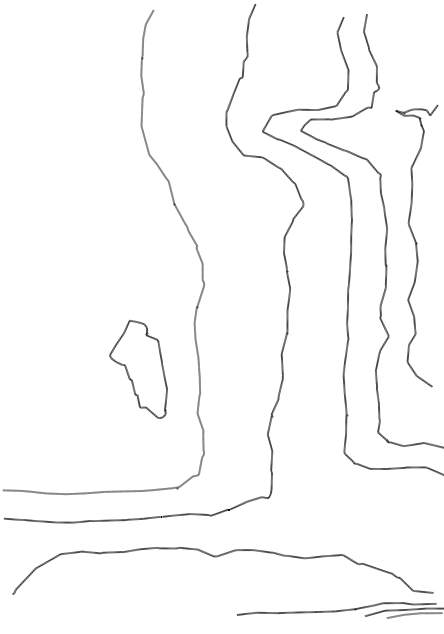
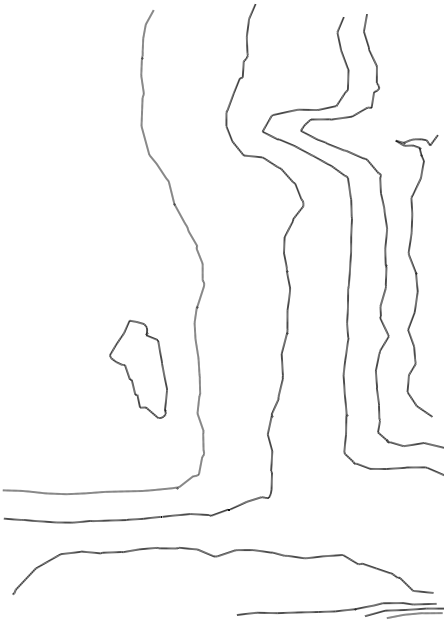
curve at (416, 245) position: (416, 245) -> (416, 275)
